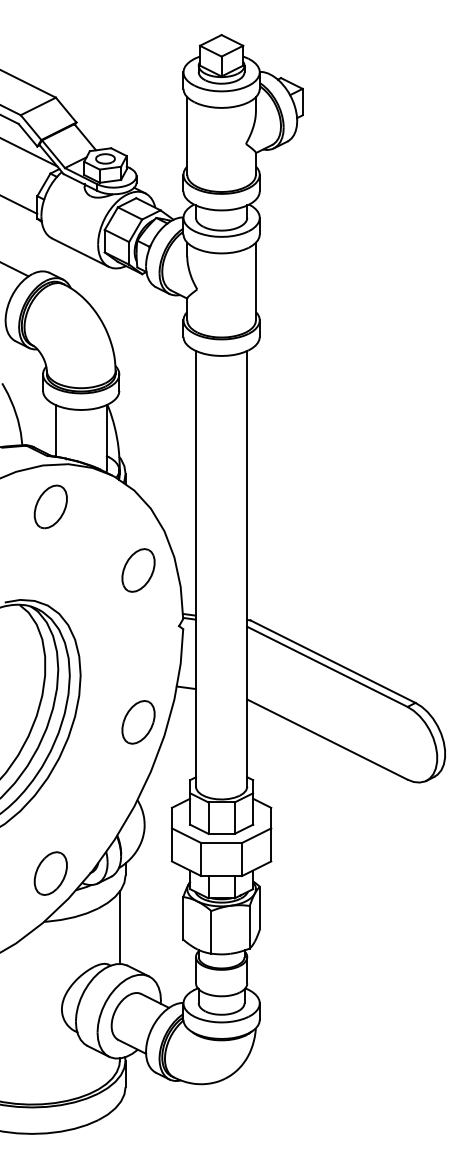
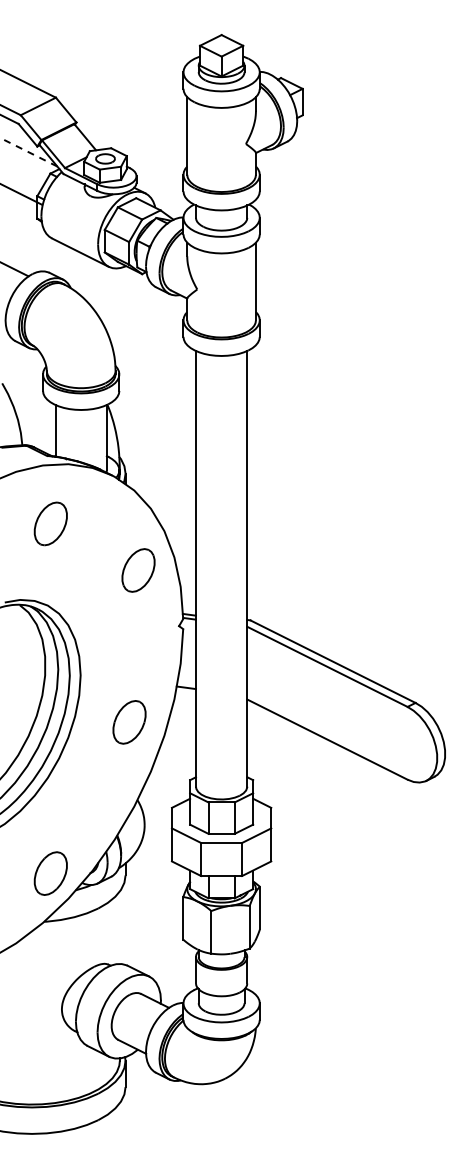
line at (28, 152): solid -> dashed
line at (19, 204) position: (19, 204) -> (22, 194)
part at (50, 506) position: (50, 506) -> (50, 523)
part at (138, 722) position: (138, 722) -> (129, 722)
line at (119, 927): present -> none
